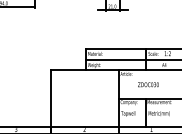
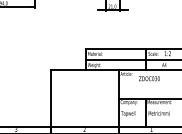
text at (148, 84) position: (148, 84) -> (149, 78)
